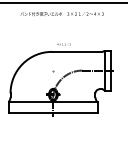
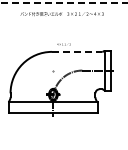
line at (64, 2): solid -> dashed
line at (77, 51): solid -> dashed
